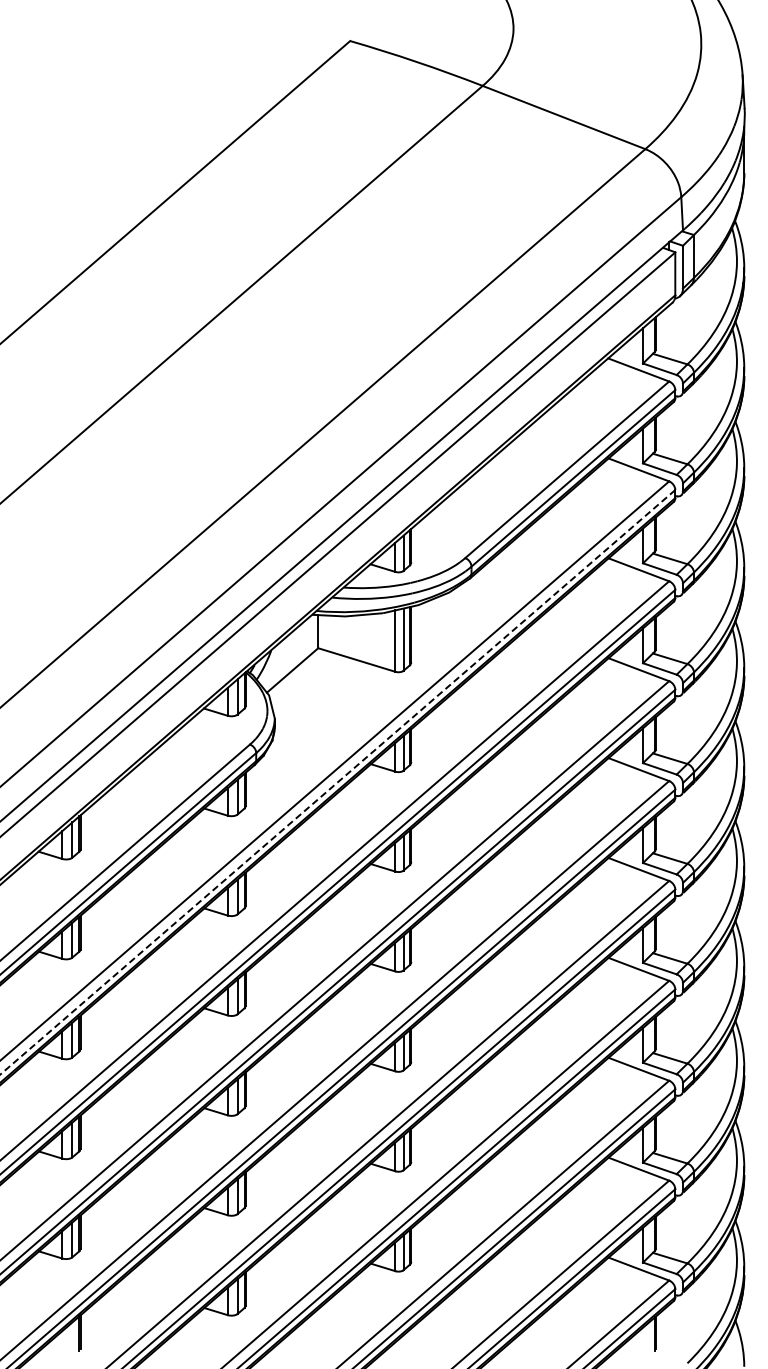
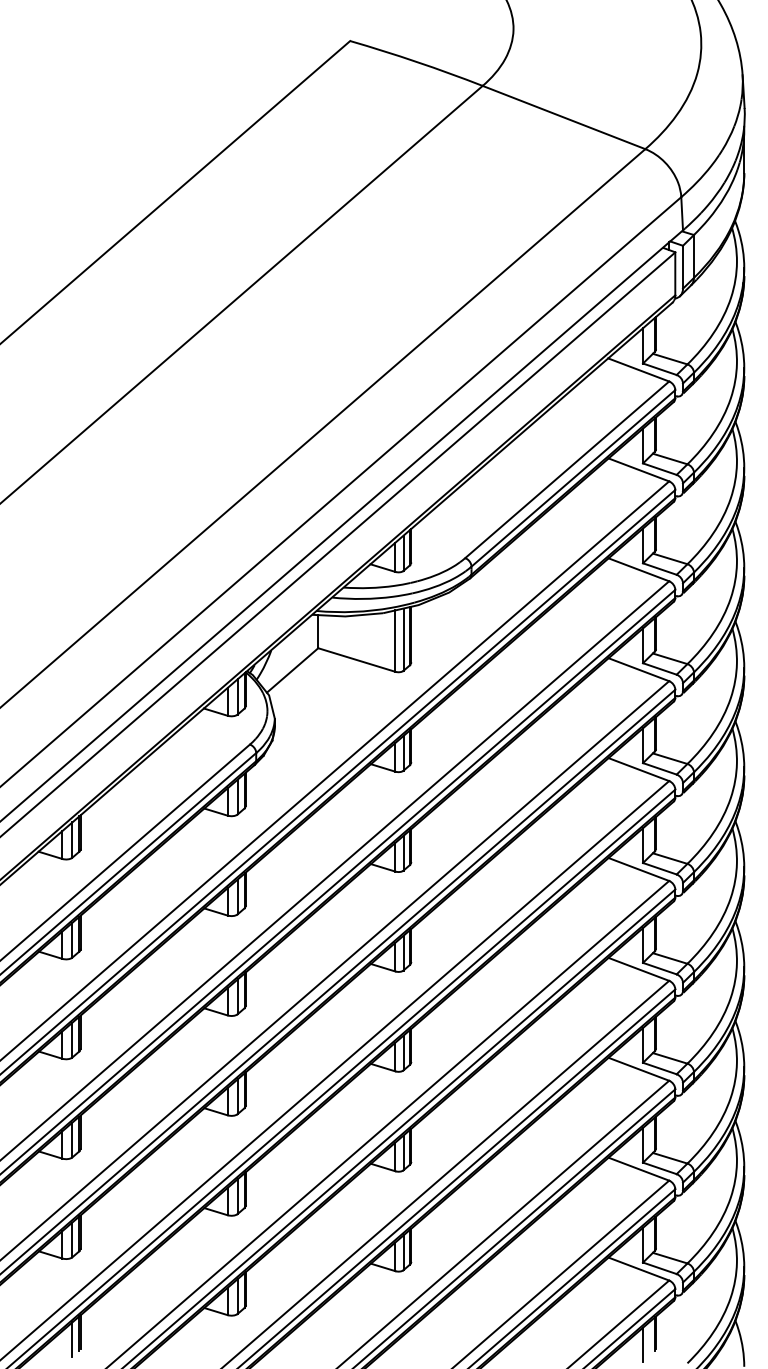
line at (337, 782): dashed -> solid
line at (72, 1339): none -> present
line at (643, 1344): none -> present
